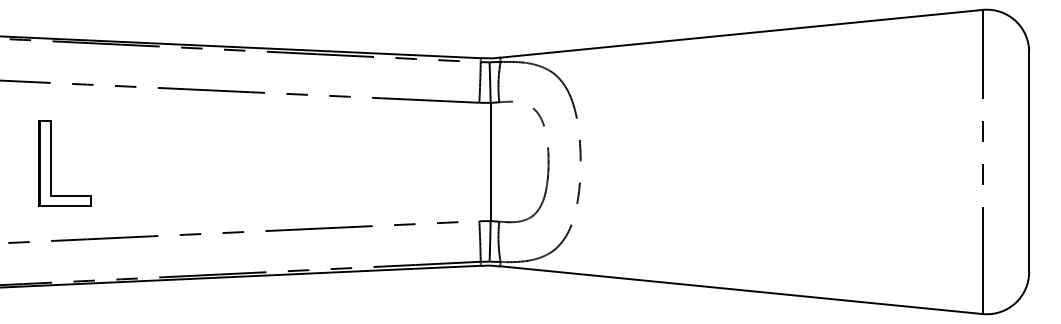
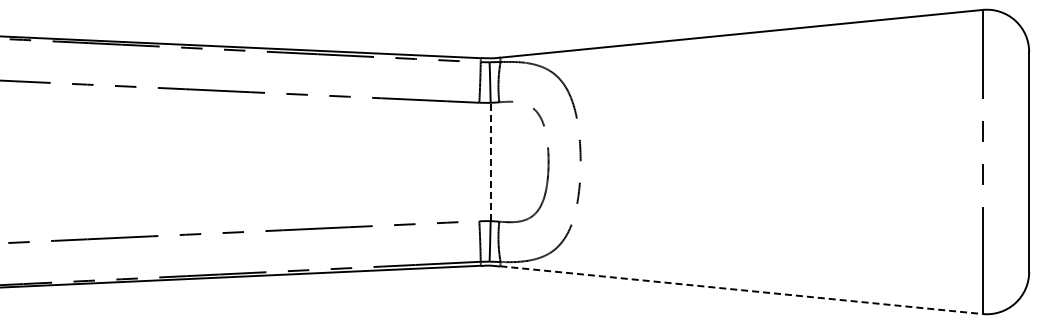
line at (490, 161): solid -> dashed
part at (51, 163): present -> none
line at (742, 290): solid -> dashed
